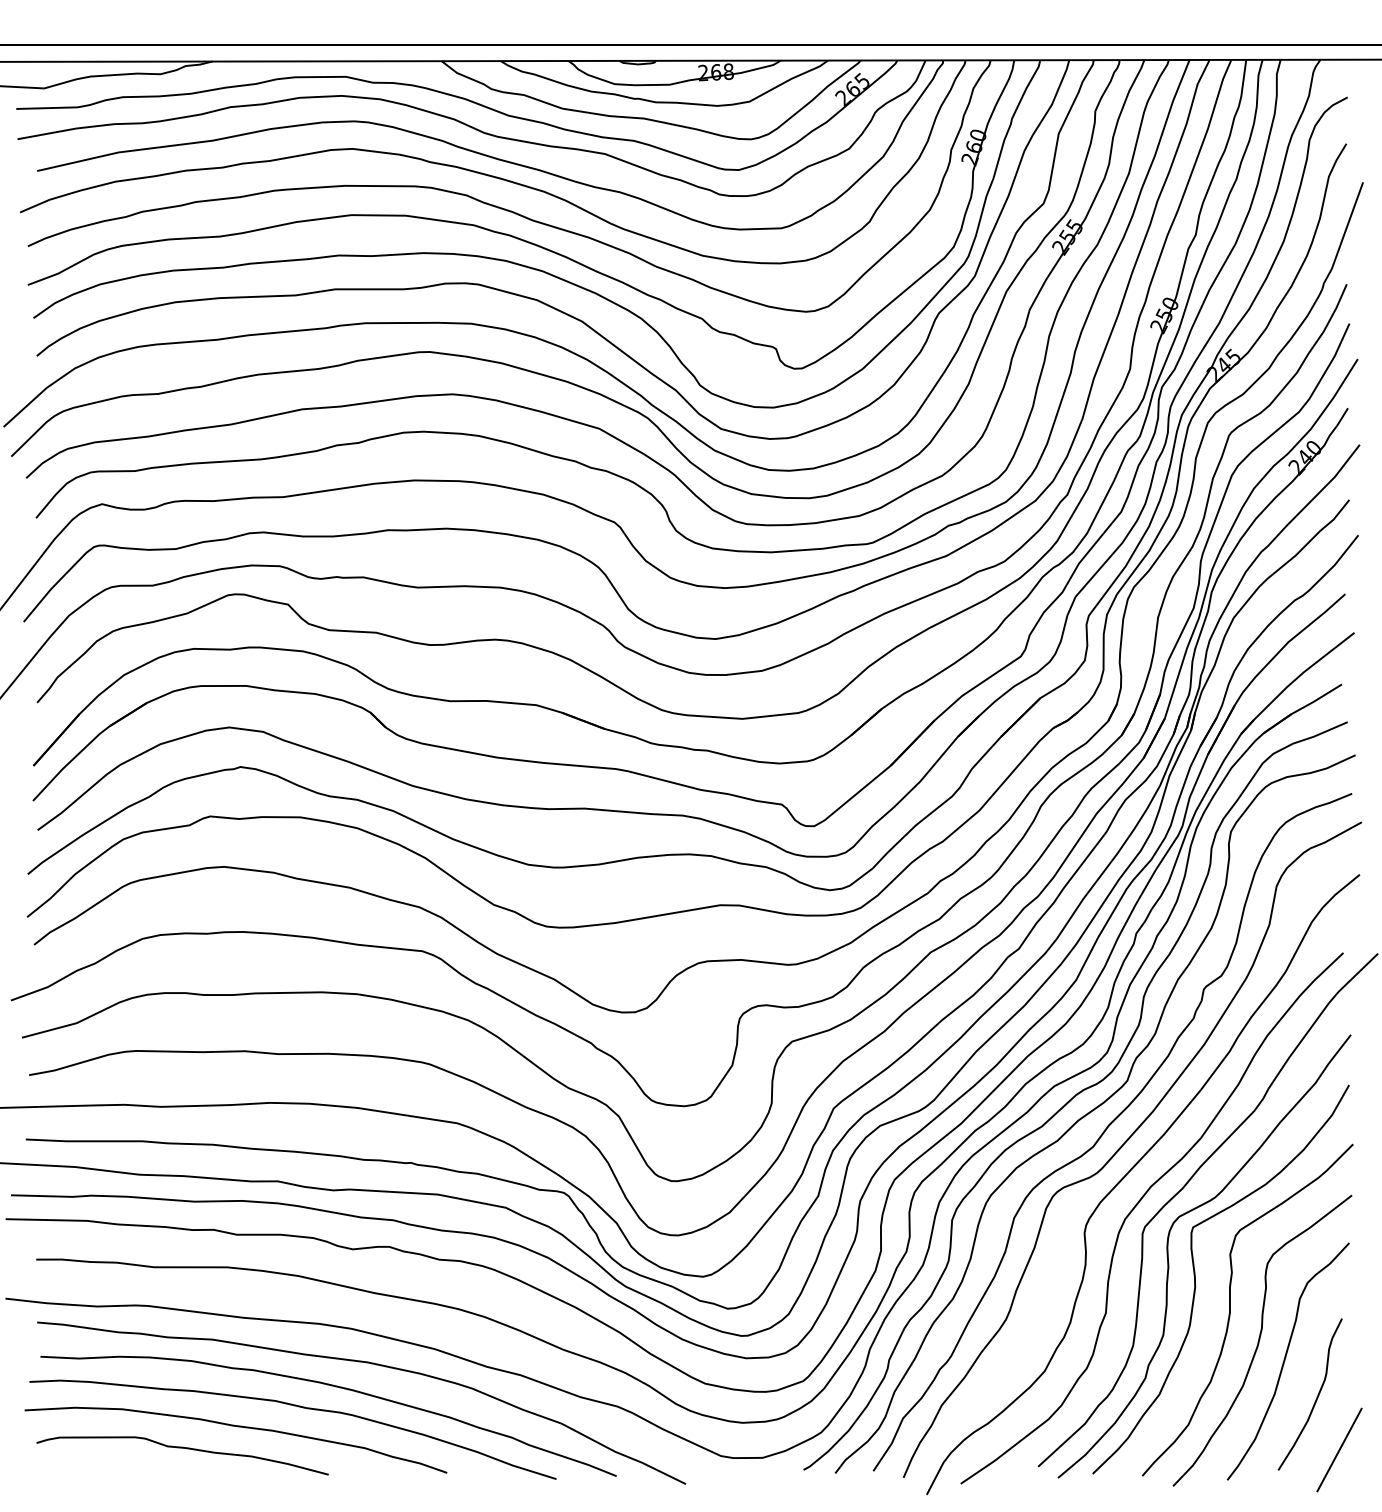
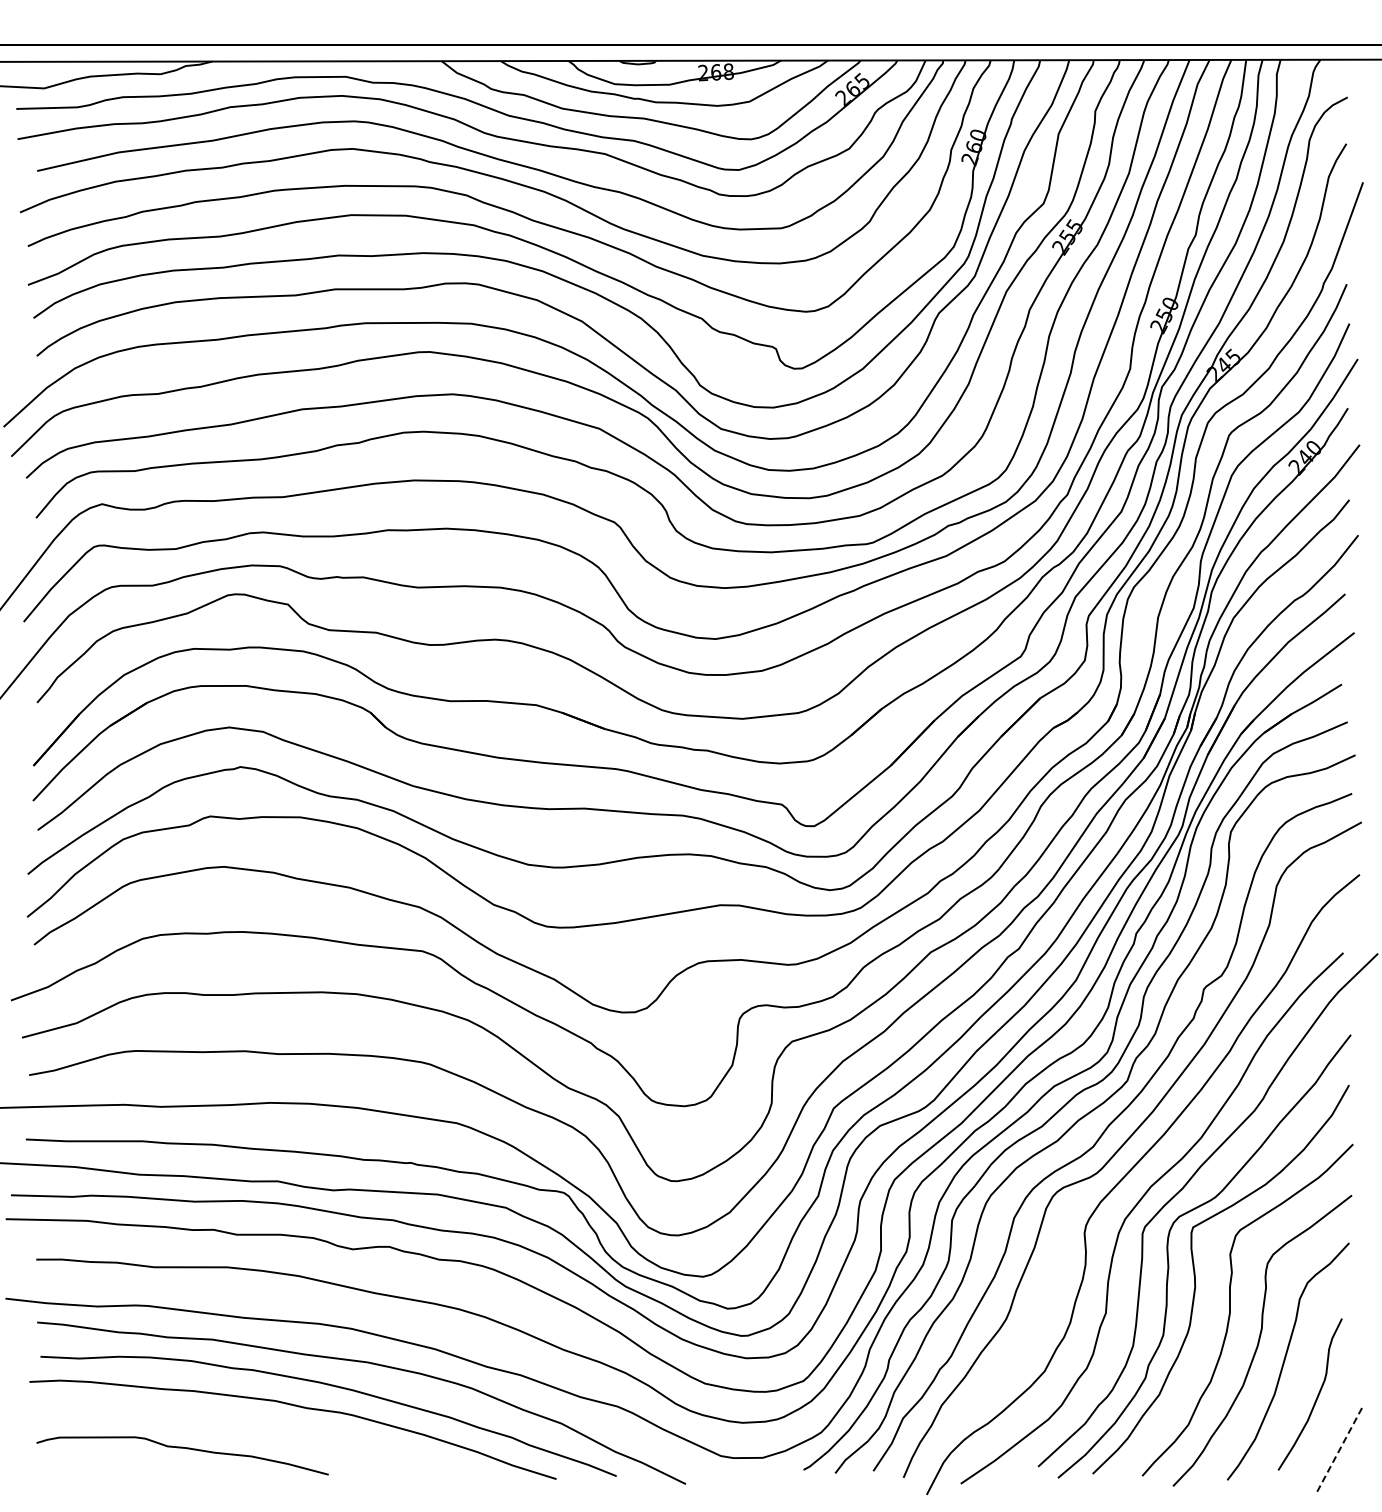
curve at (237, 1427): present -> none
line at (1339, 1450): solid -> dashed
